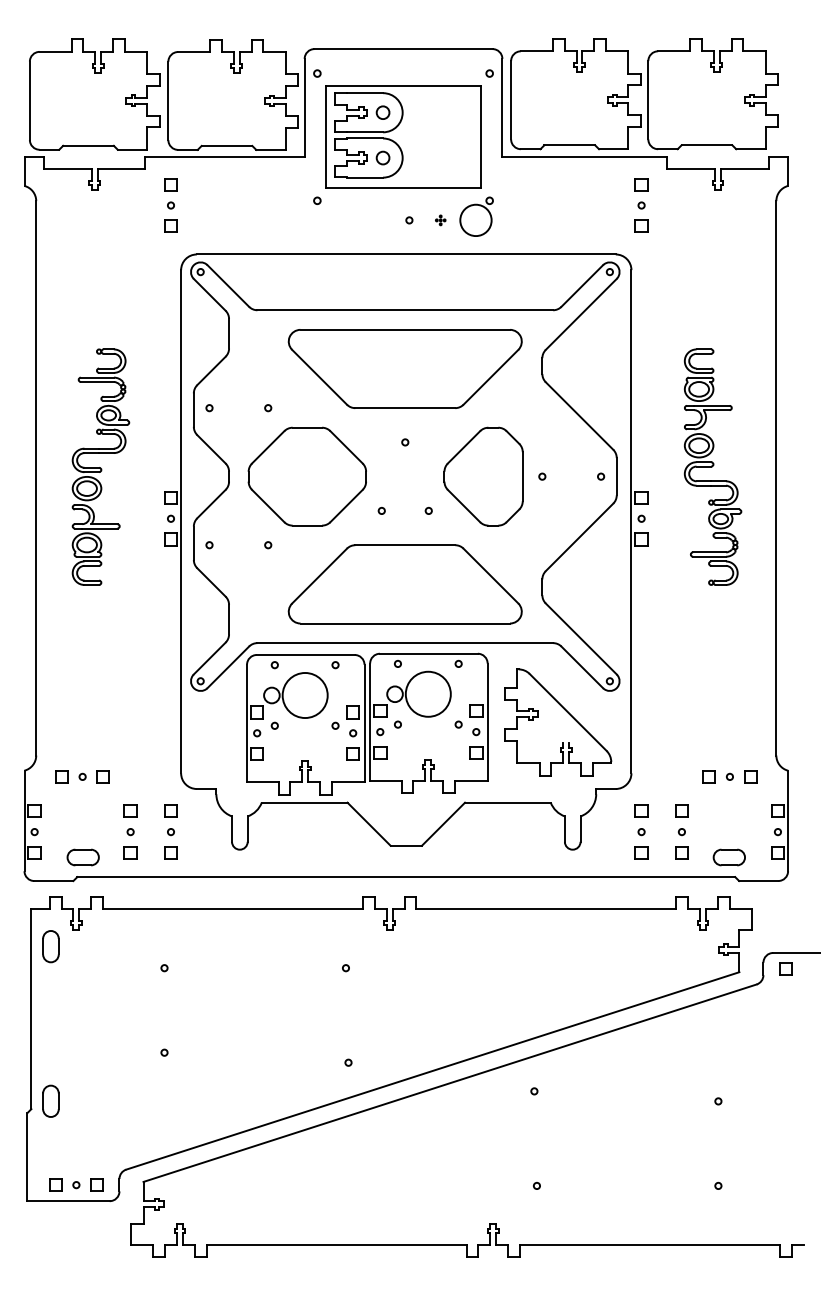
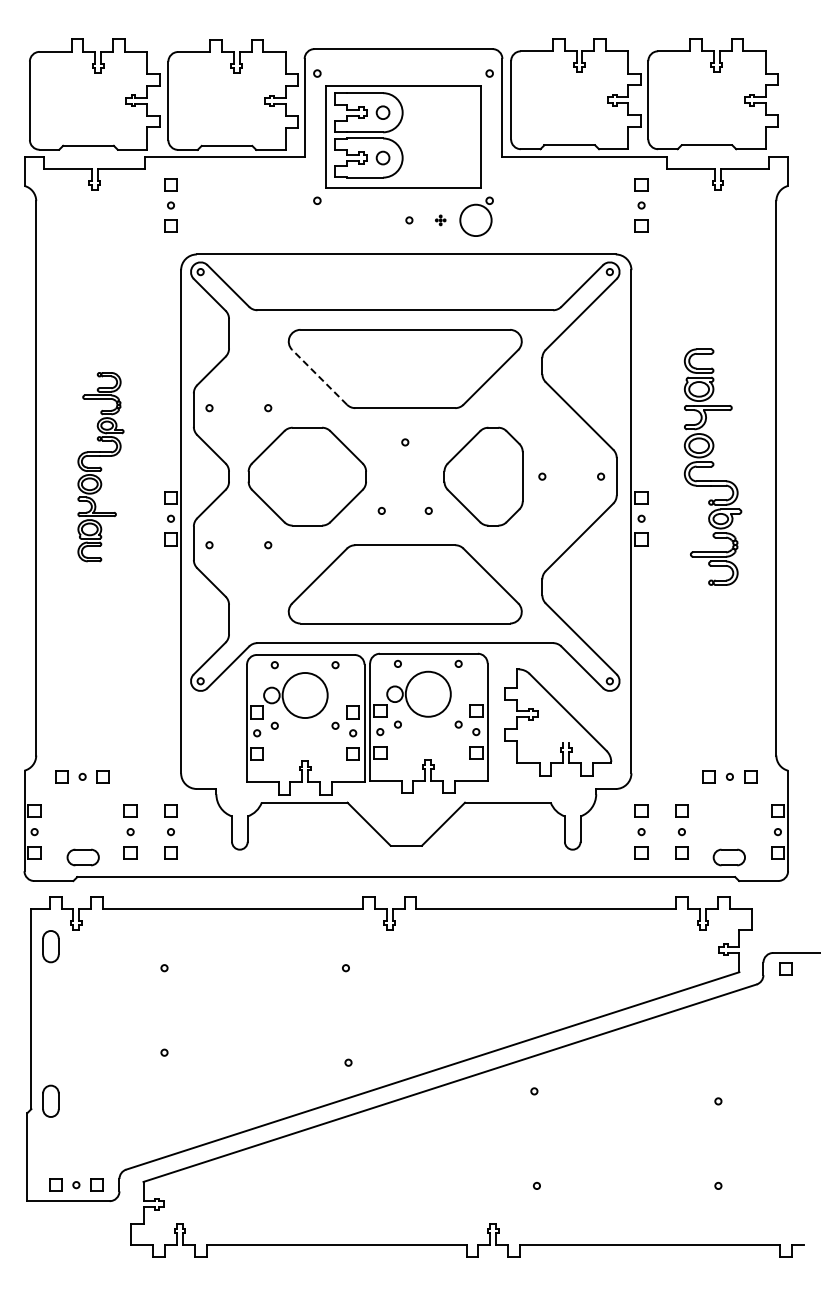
line at (319, 377): solid -> dashed
part at (100, 466) size: 60x238 px -> 48x191 px
